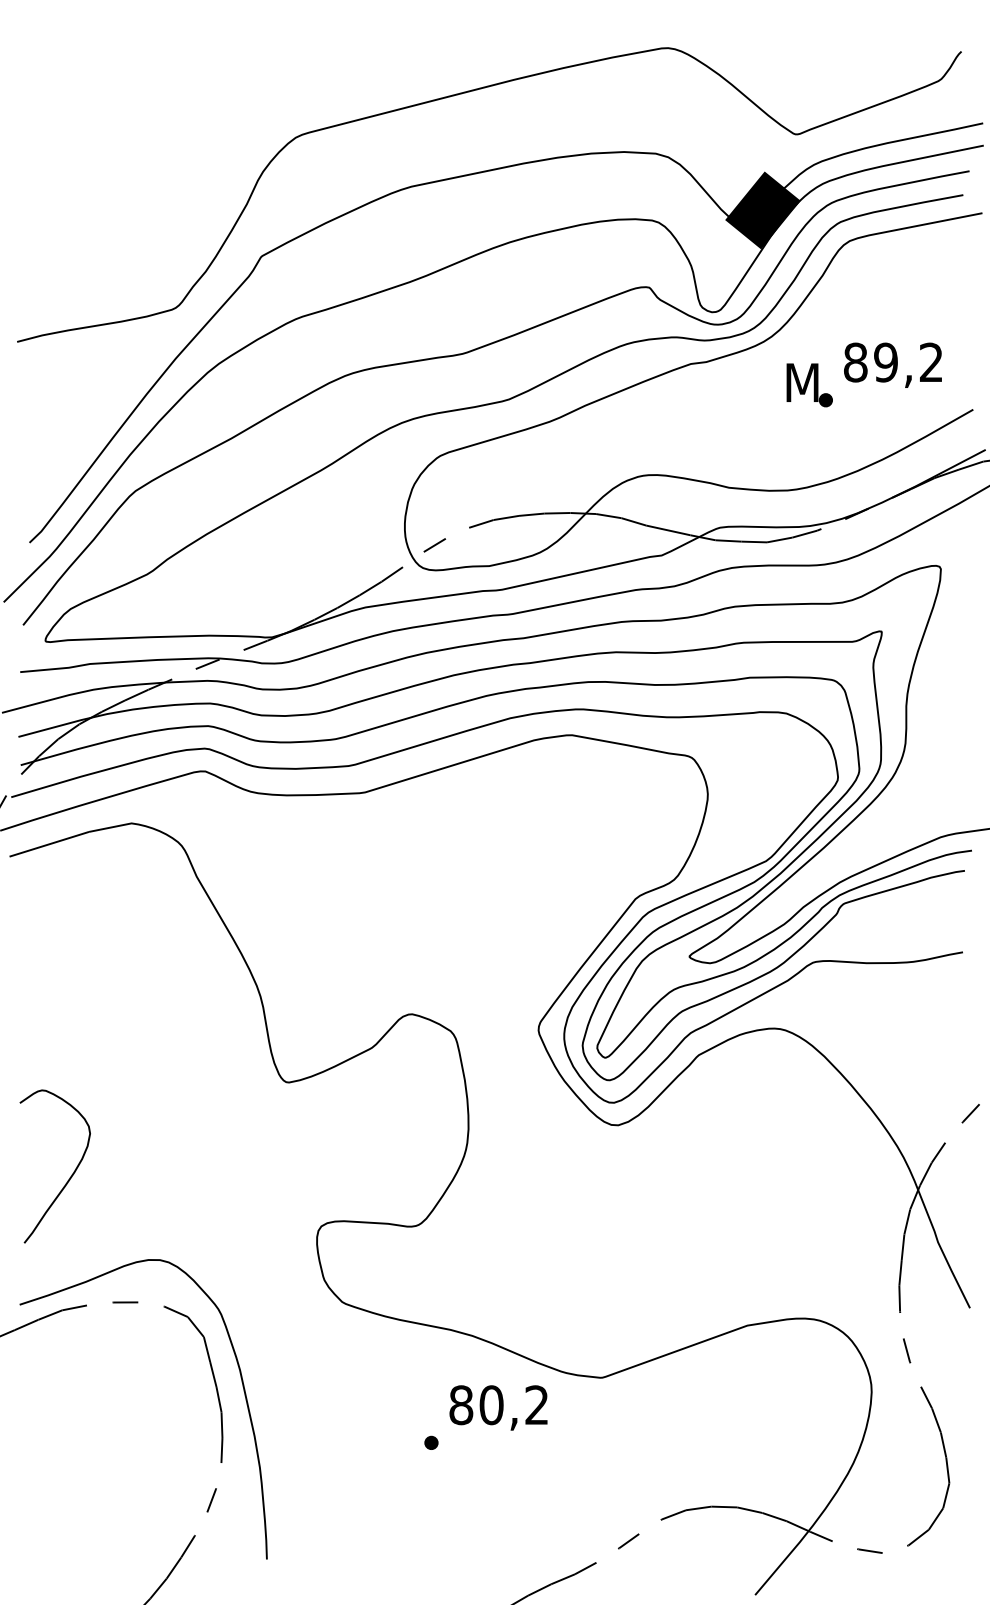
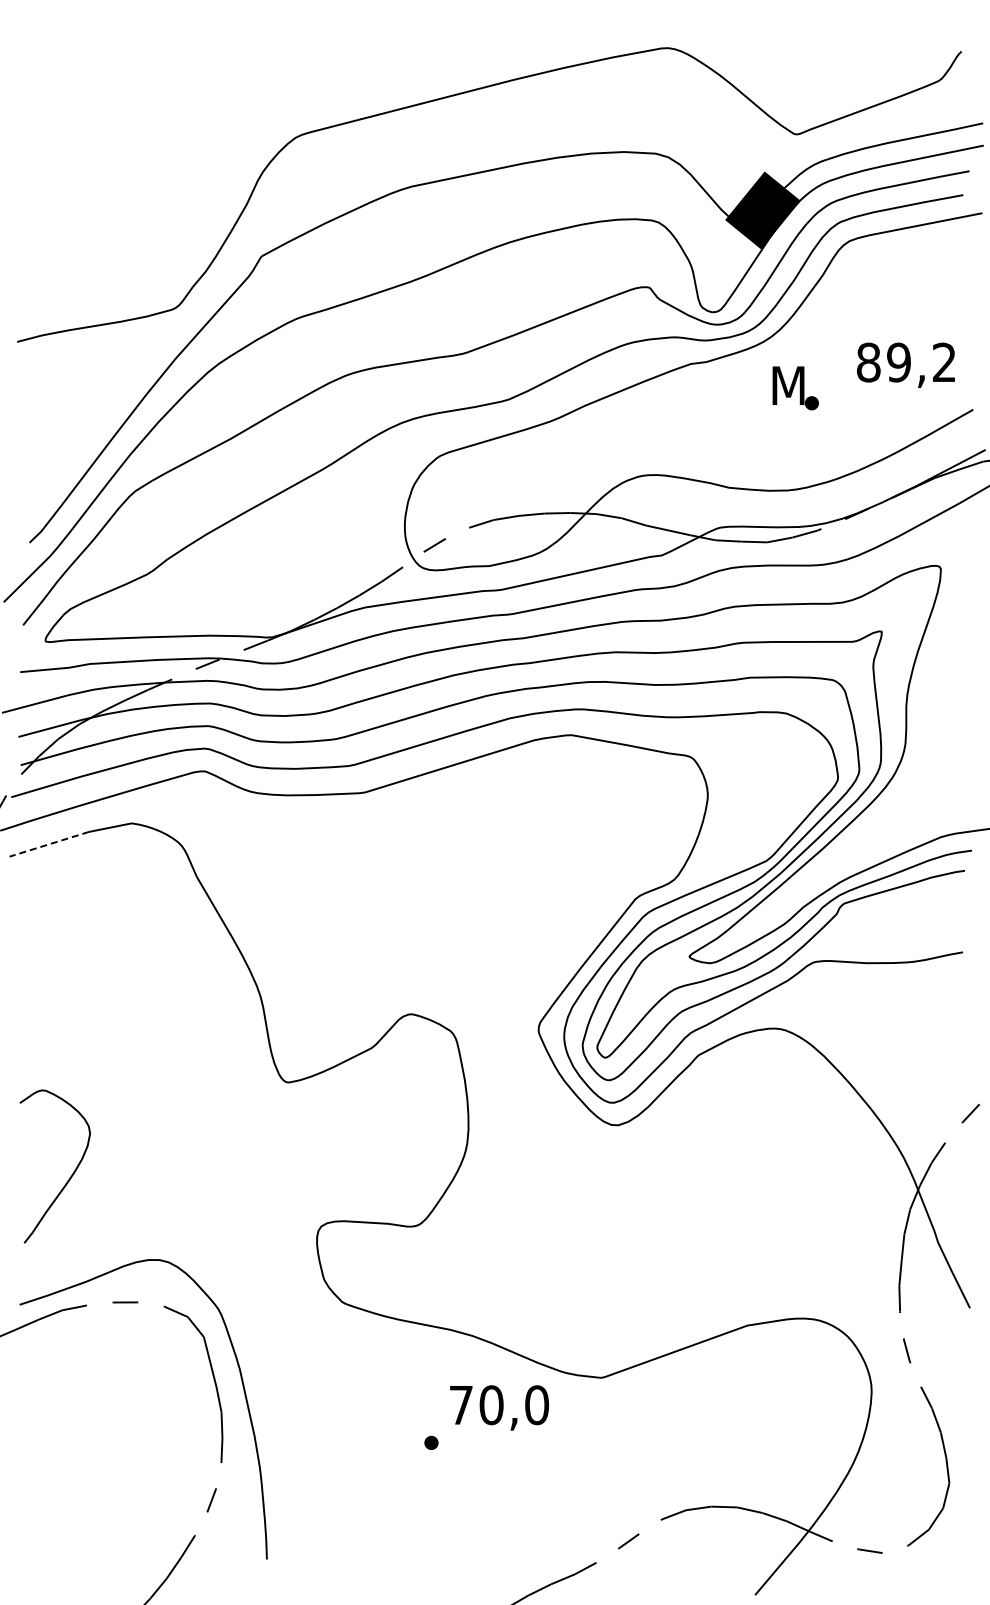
text at (892, 364) position: (892, 364) -> (905, 364)
part at (809, 385) position: (809, 385) -> (795, 388)
line at (49, 844): solid -> dashed
text at (499, 1405): 80,2 -> 70,0
